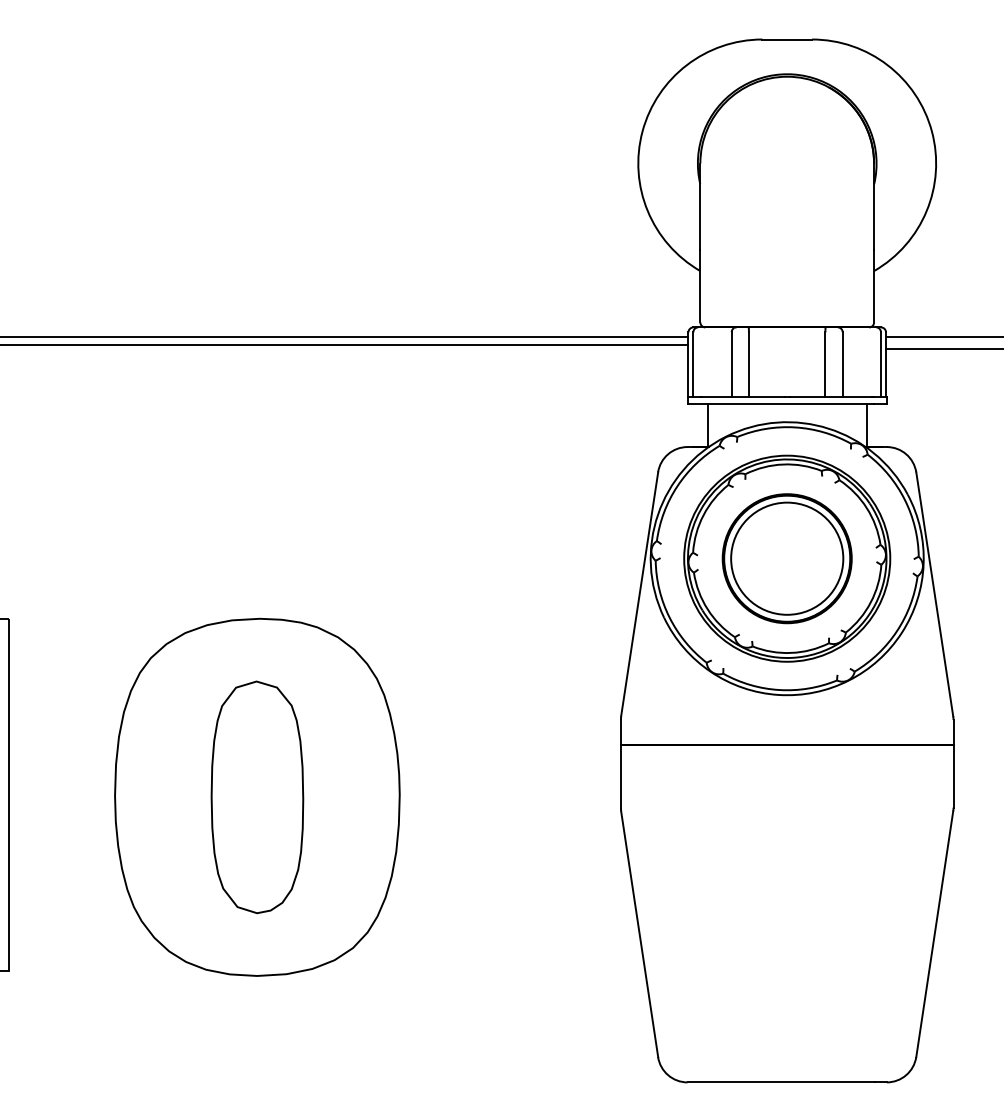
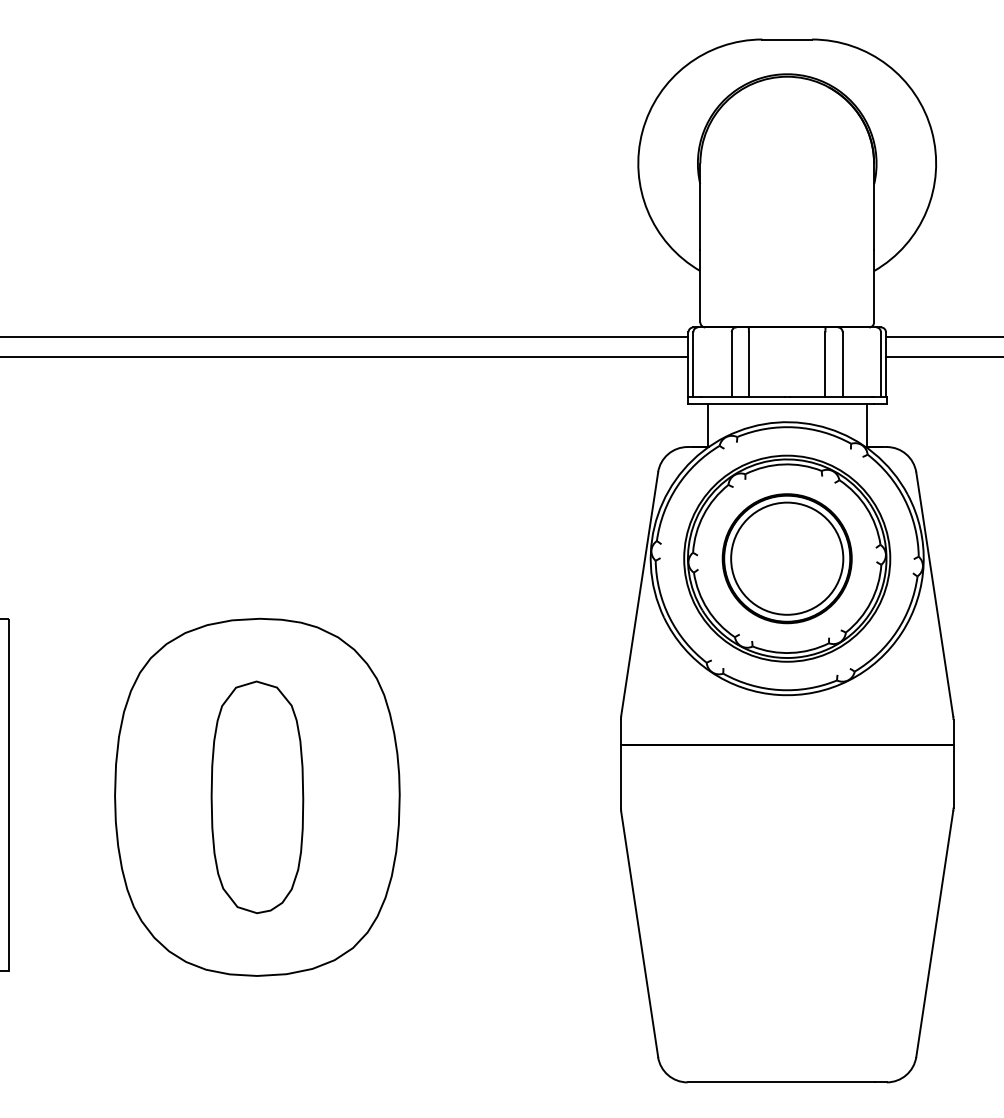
line at (345, 345) position: (345, 345) -> (345, 357)
line at (943, 349) position: (943, 349) -> (943, 357)
